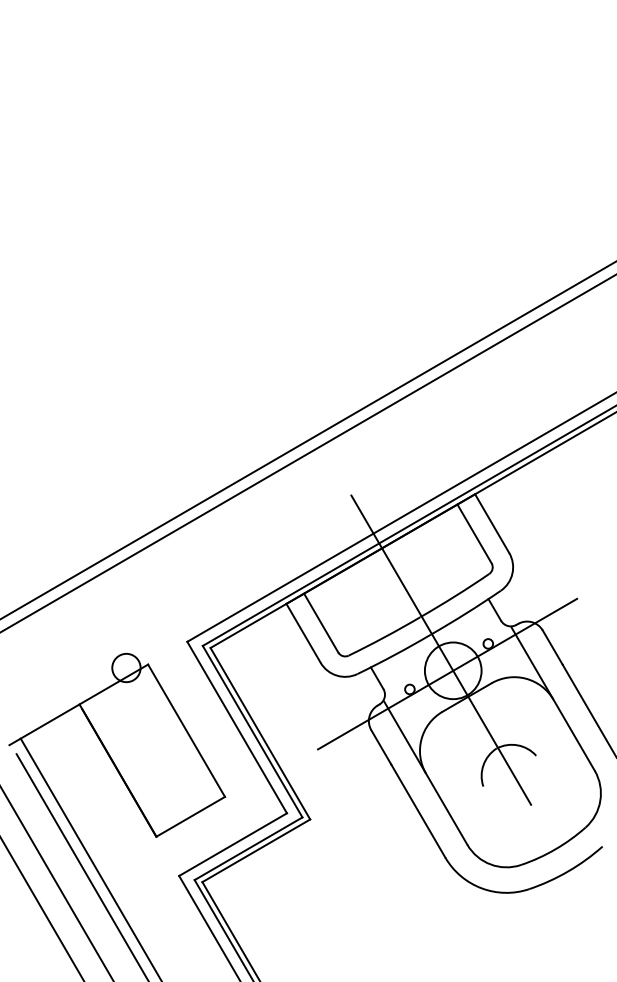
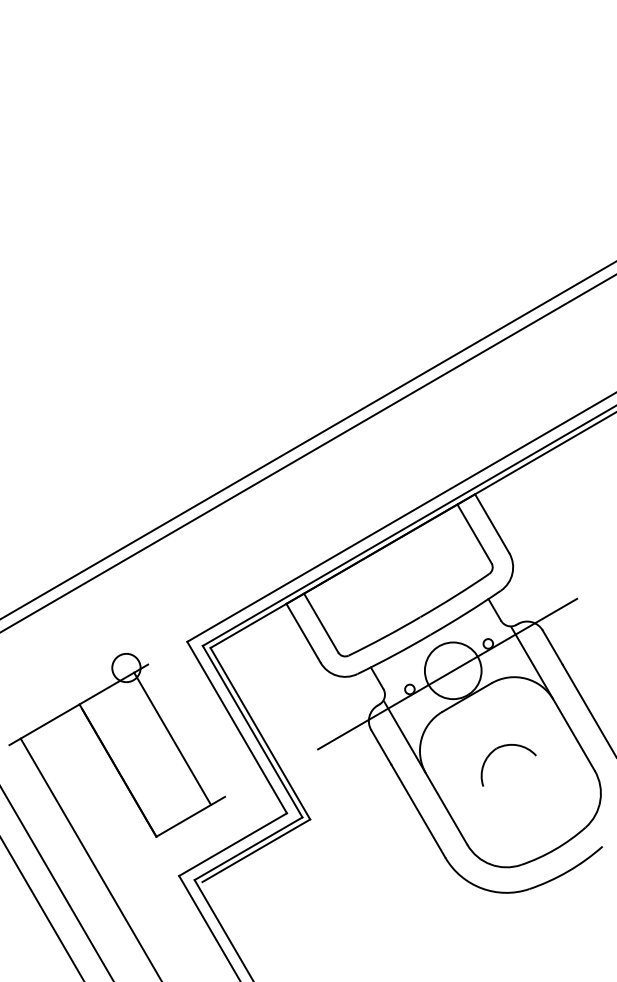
line at (441, 649): present -> none
line at (186, 730) position: (186, 730) -> (172, 738)
line at (81, 866): present -> none
line at (230, 930): present -> none
